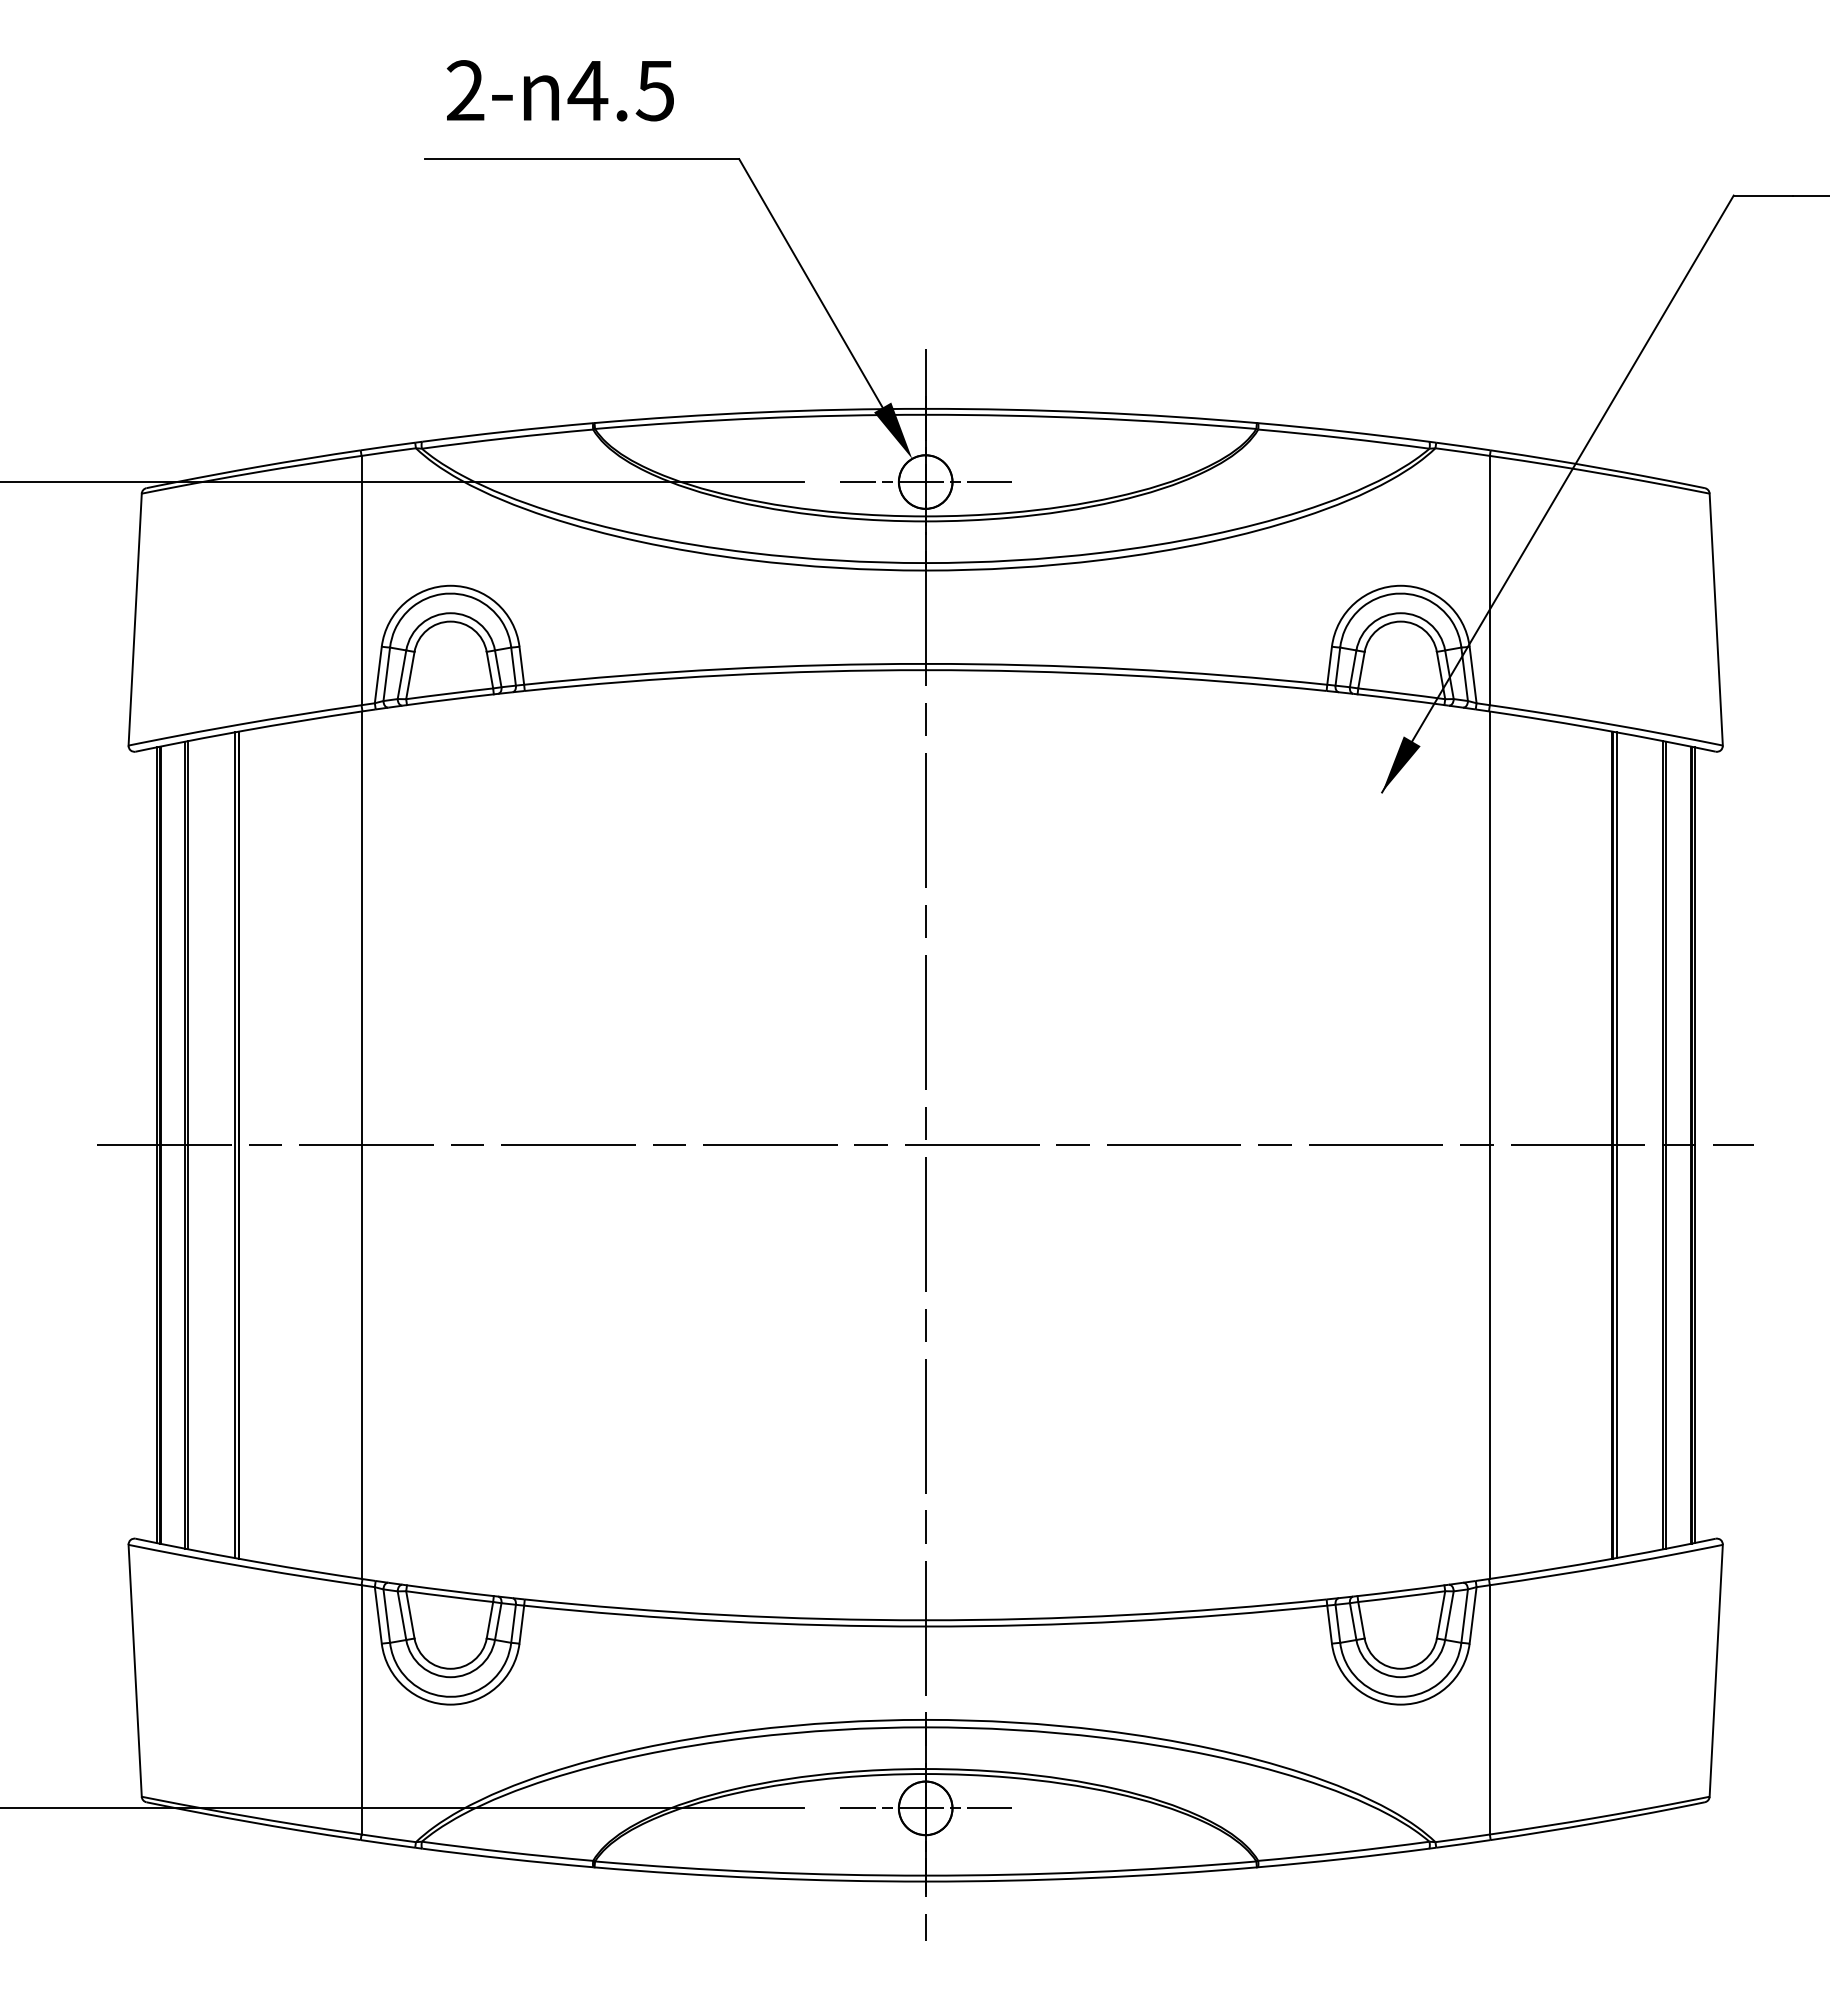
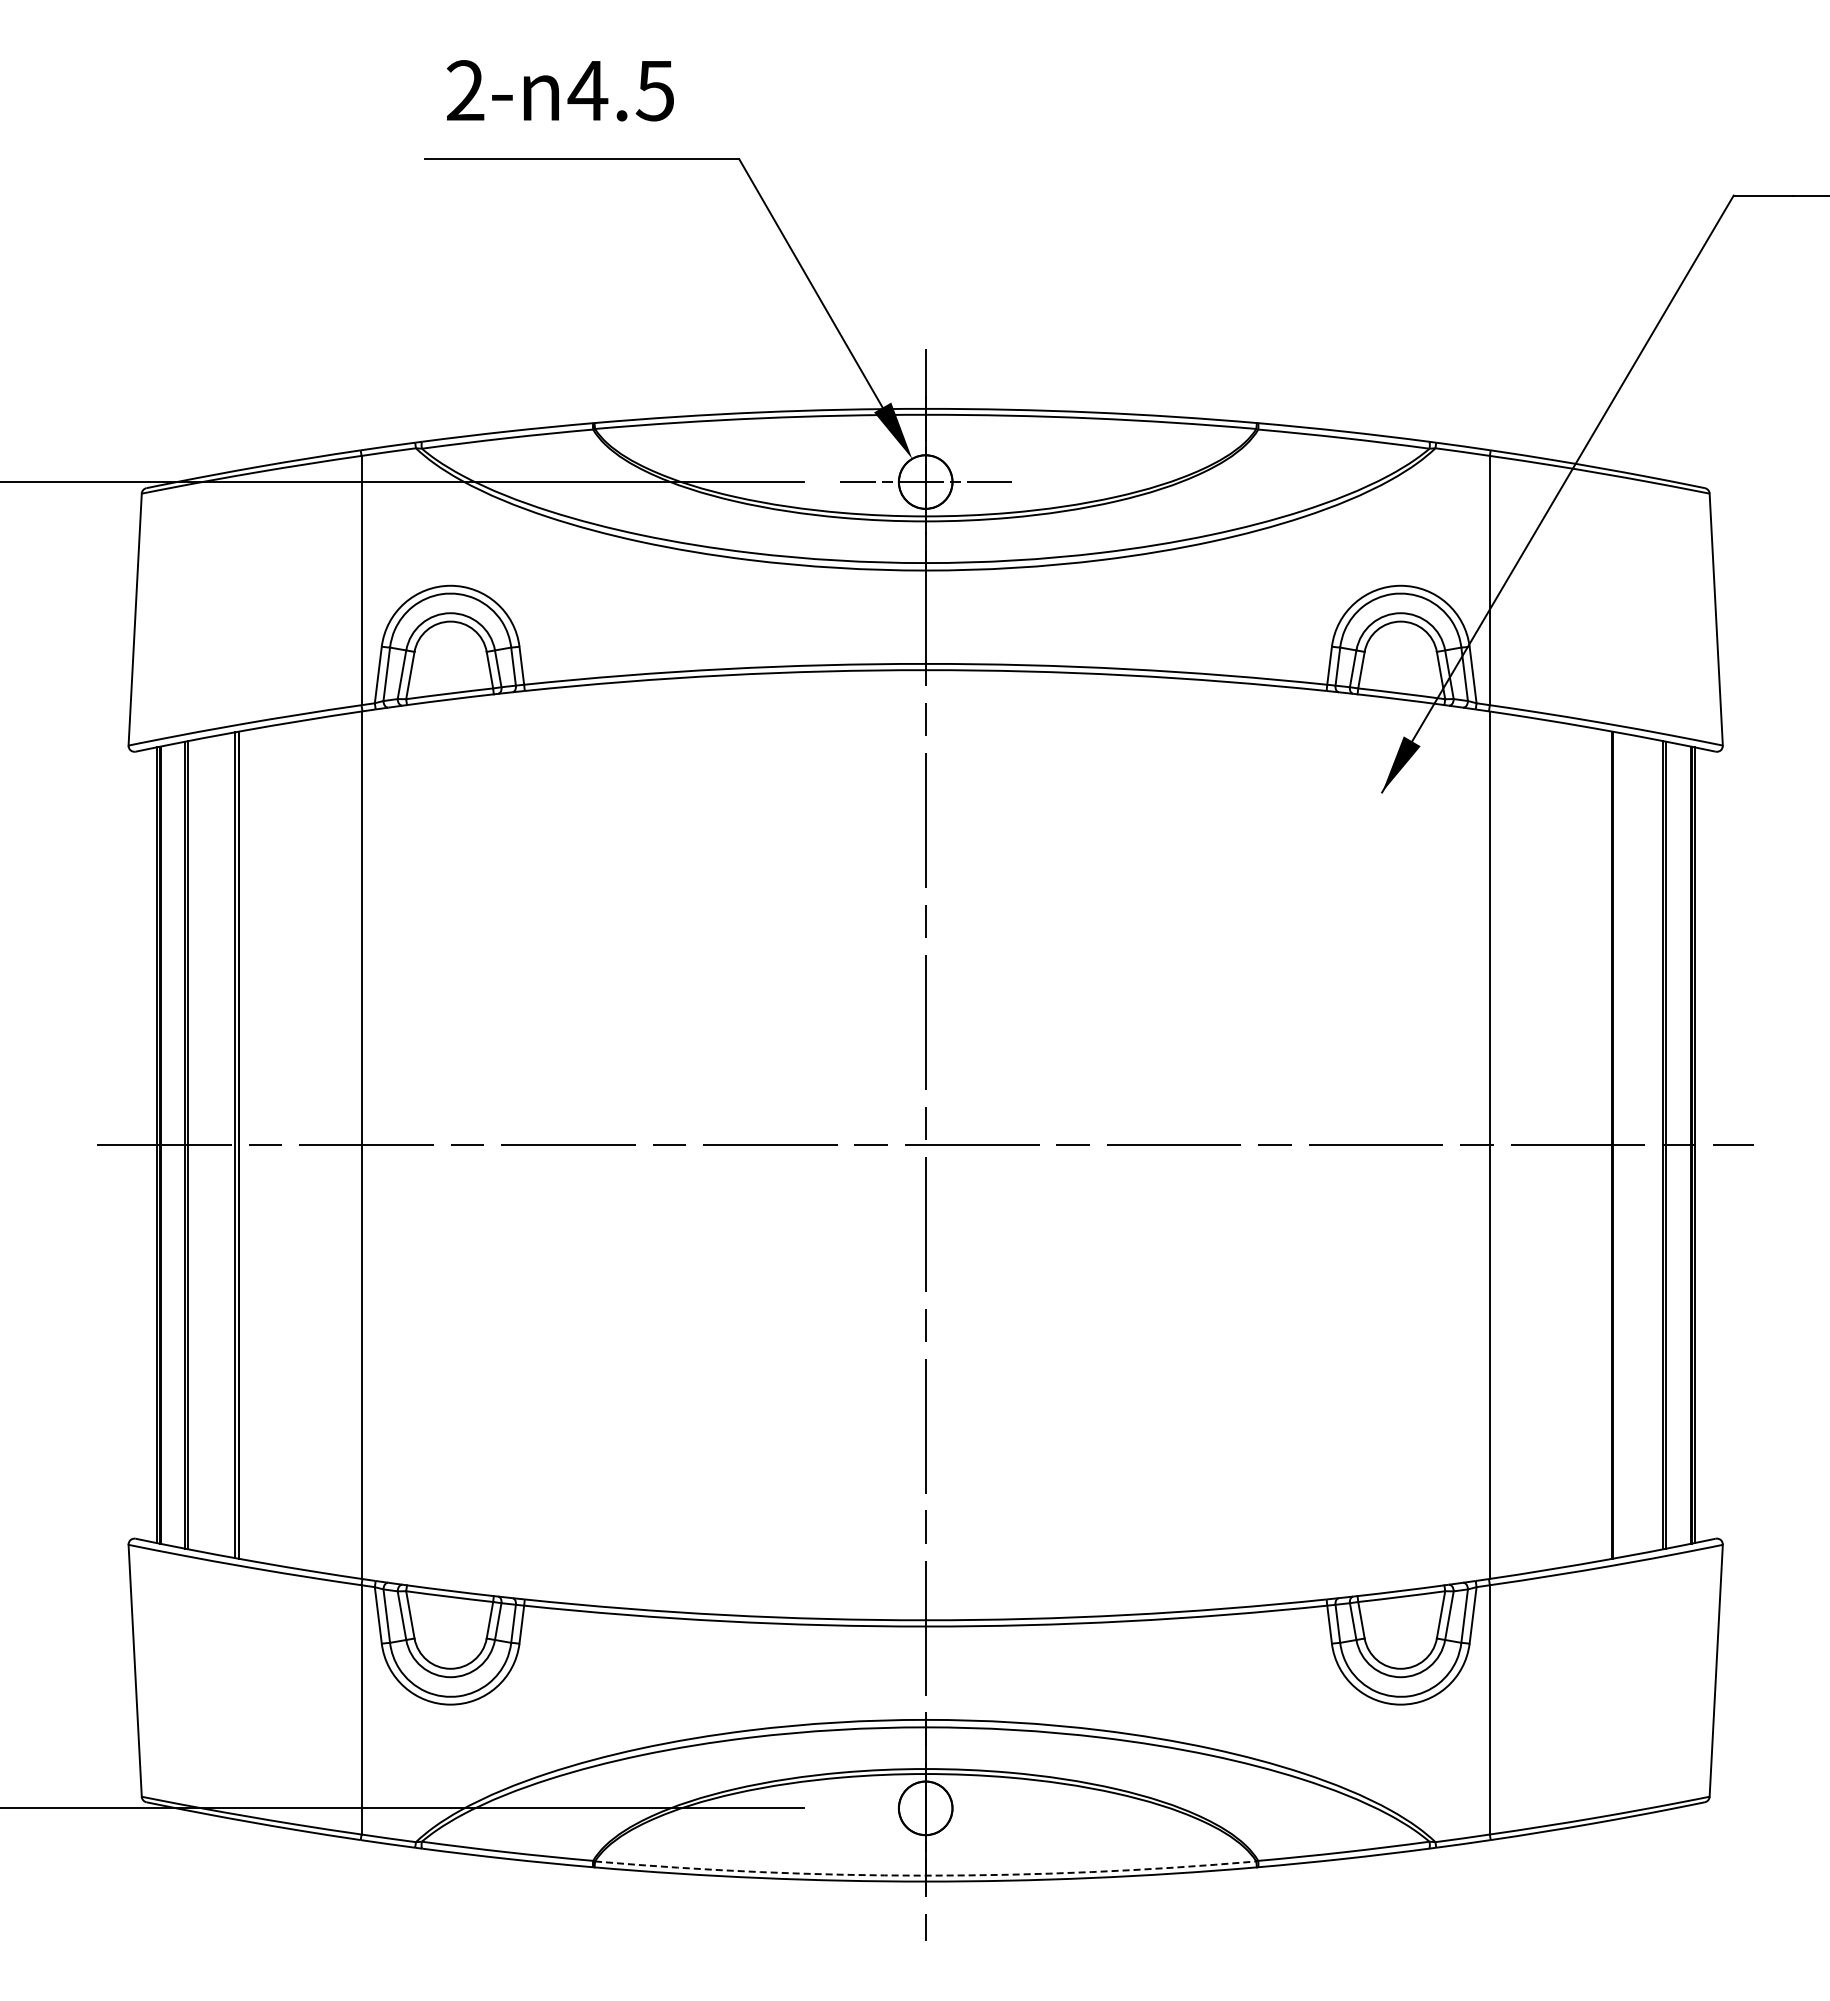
line at (1616, 1145): present -> none
line at (925, 1808): present -> none
arc at (925, 1875): solid -> dashed
